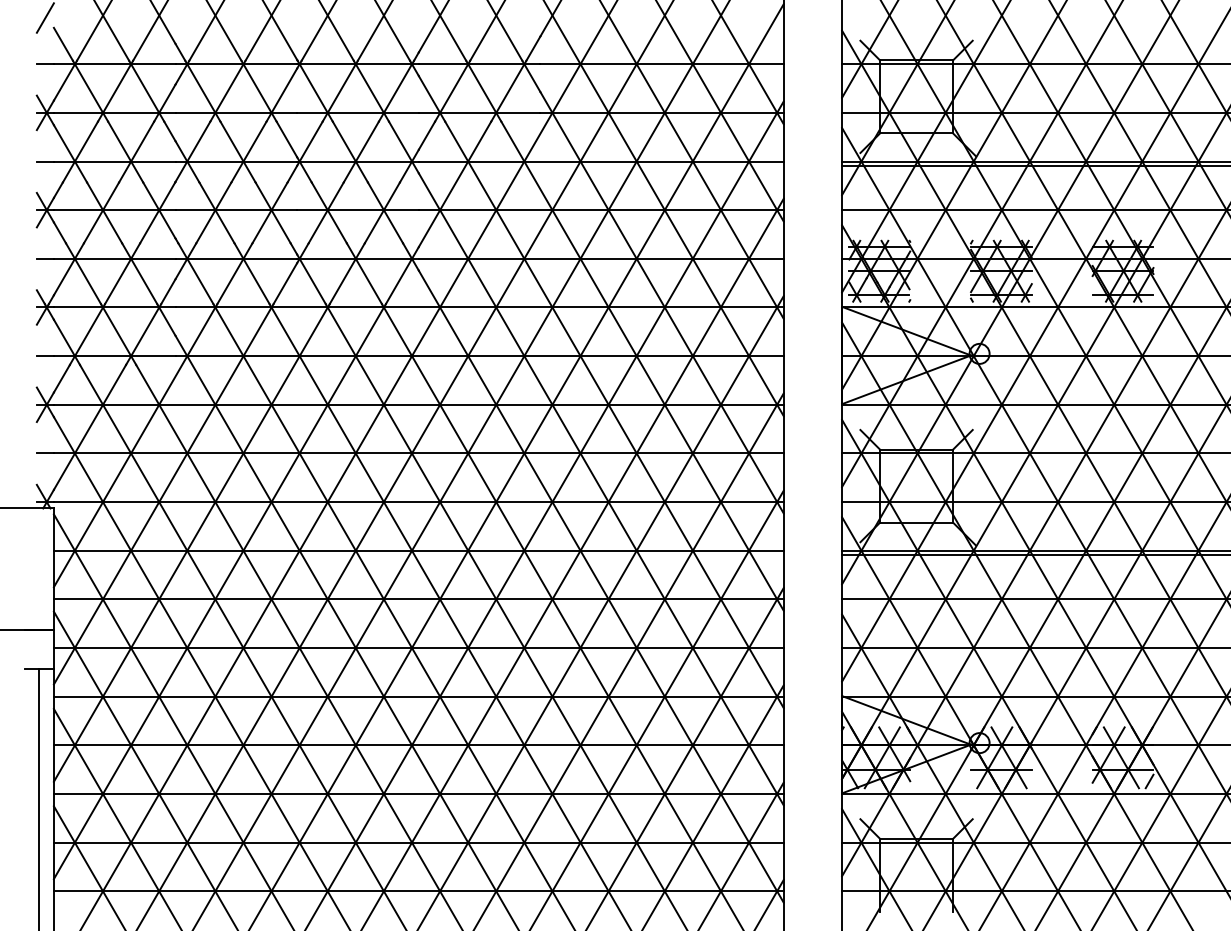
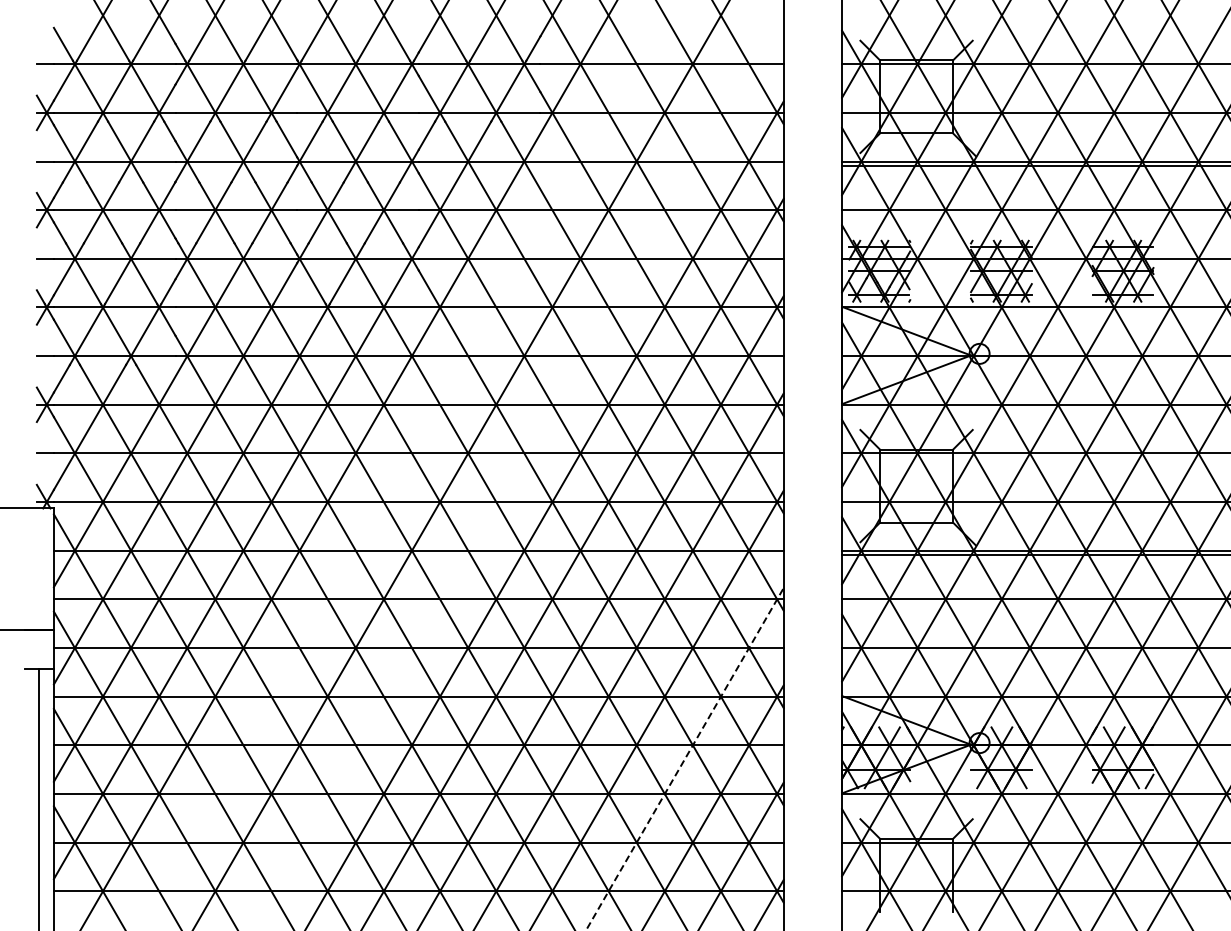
line at (44, 17): present -> none
line at (405, 464): present -> none
line at (516, 465): present -> none
line at (684, 759): solid -> dashed
